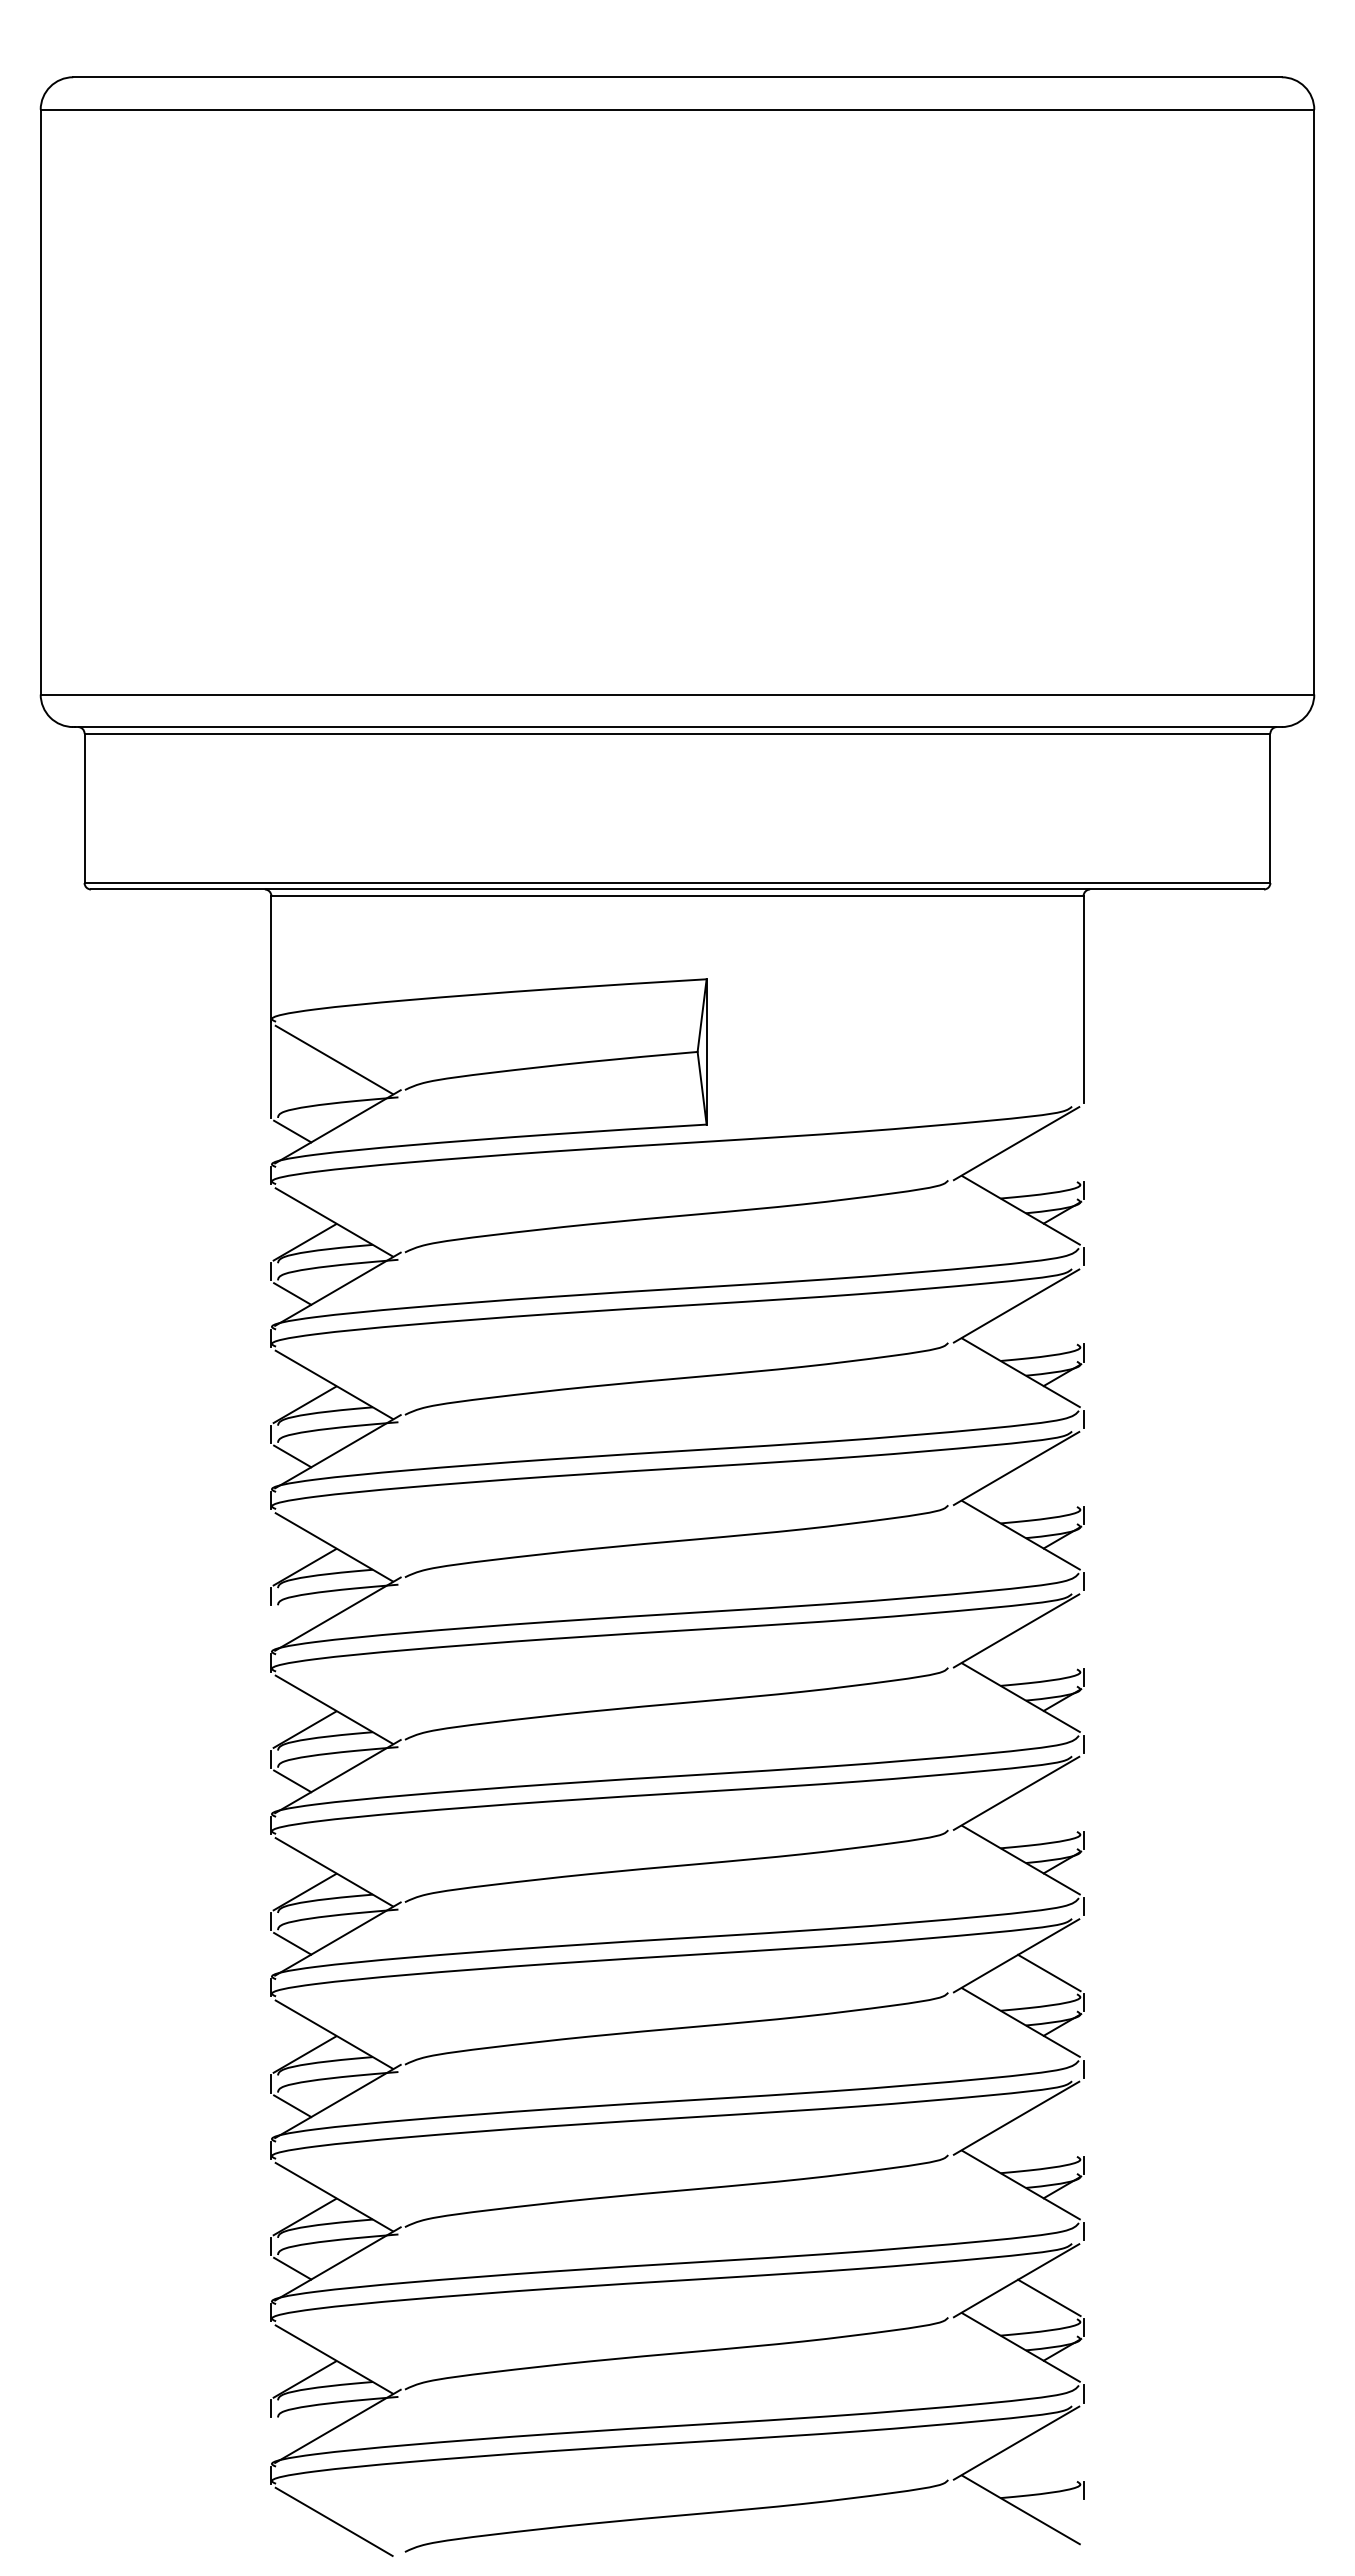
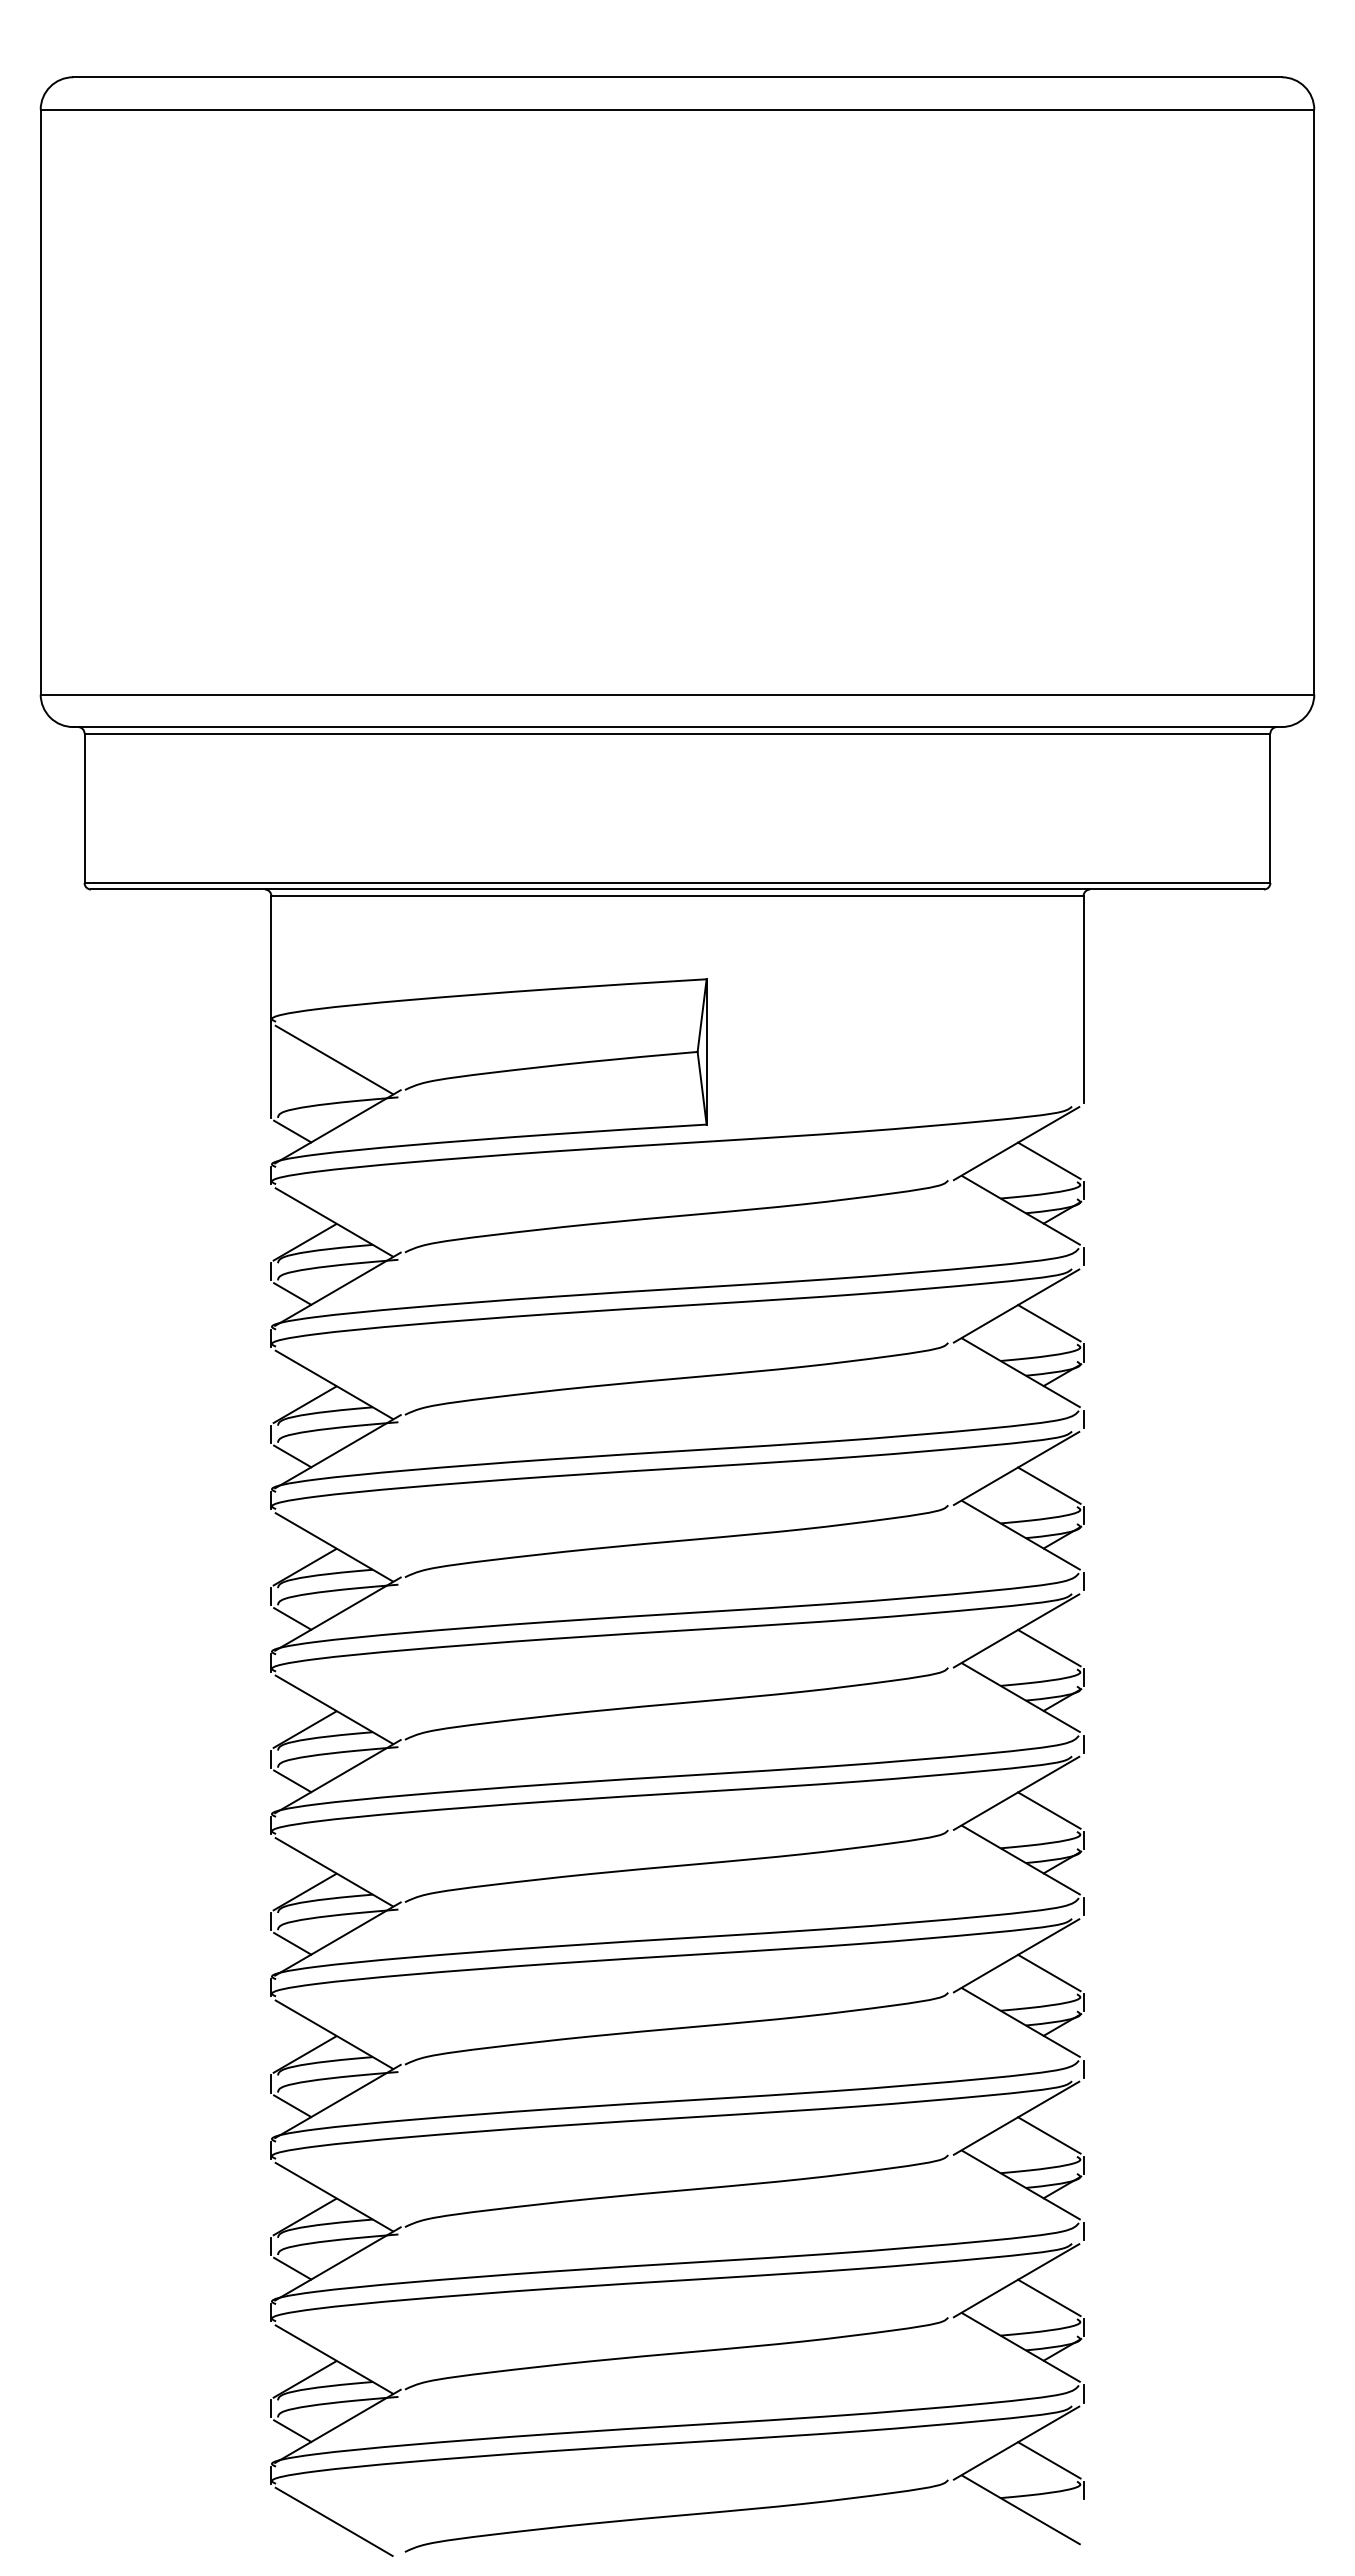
line at (1049, 1160): none -> present
line at (1049, 1323): none -> present
line at (1049, 1485): none -> present
line at (292, 1618): none -> present
line at (1049, 1647): none -> present
line at (1049, 1810): none -> present
line at (1049, 2135): none -> present
line at (292, 2430): none -> present
line at (1049, 2460): none -> present
